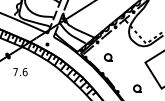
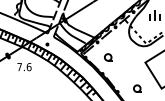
part at (154, 15): none -> present
text at (20, 72) position: (20, 72) -> (24, 67)
